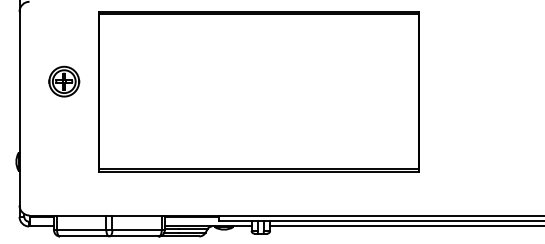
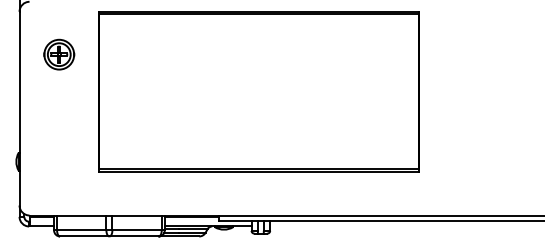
part at (64, 81) position: (64, 81) -> (59, 54)
line at (405, 226): present -> none
